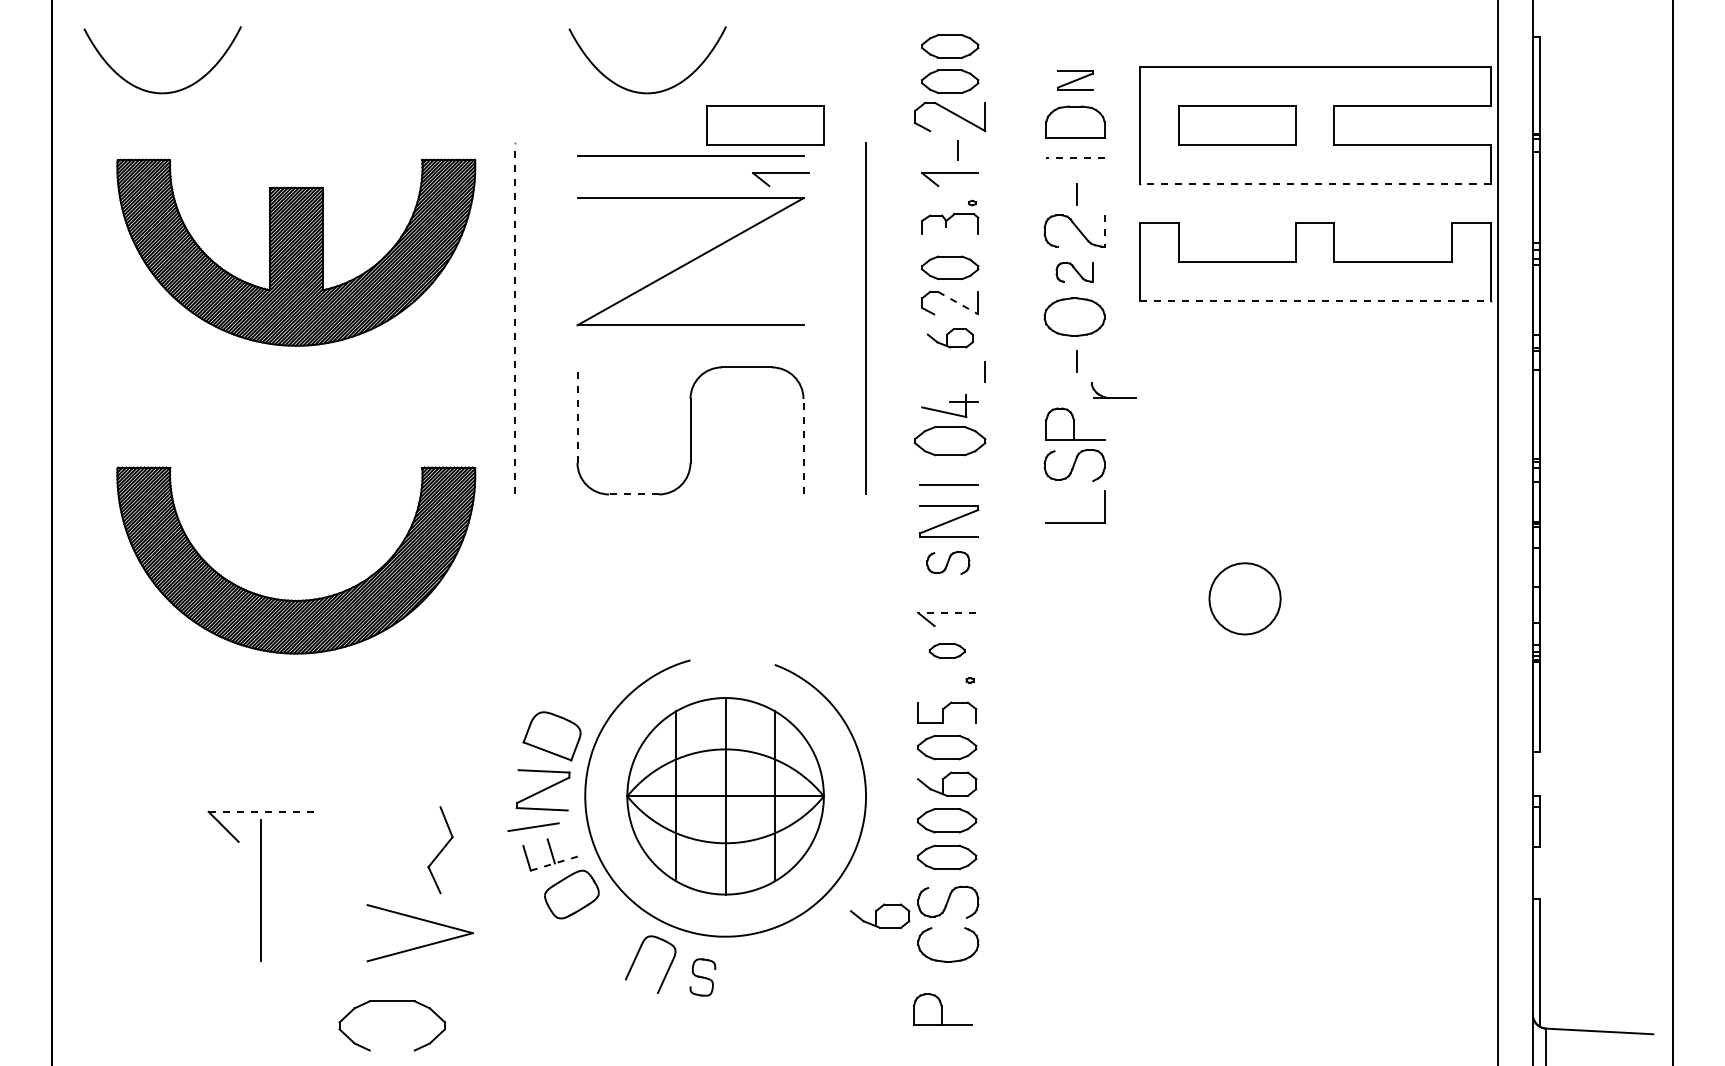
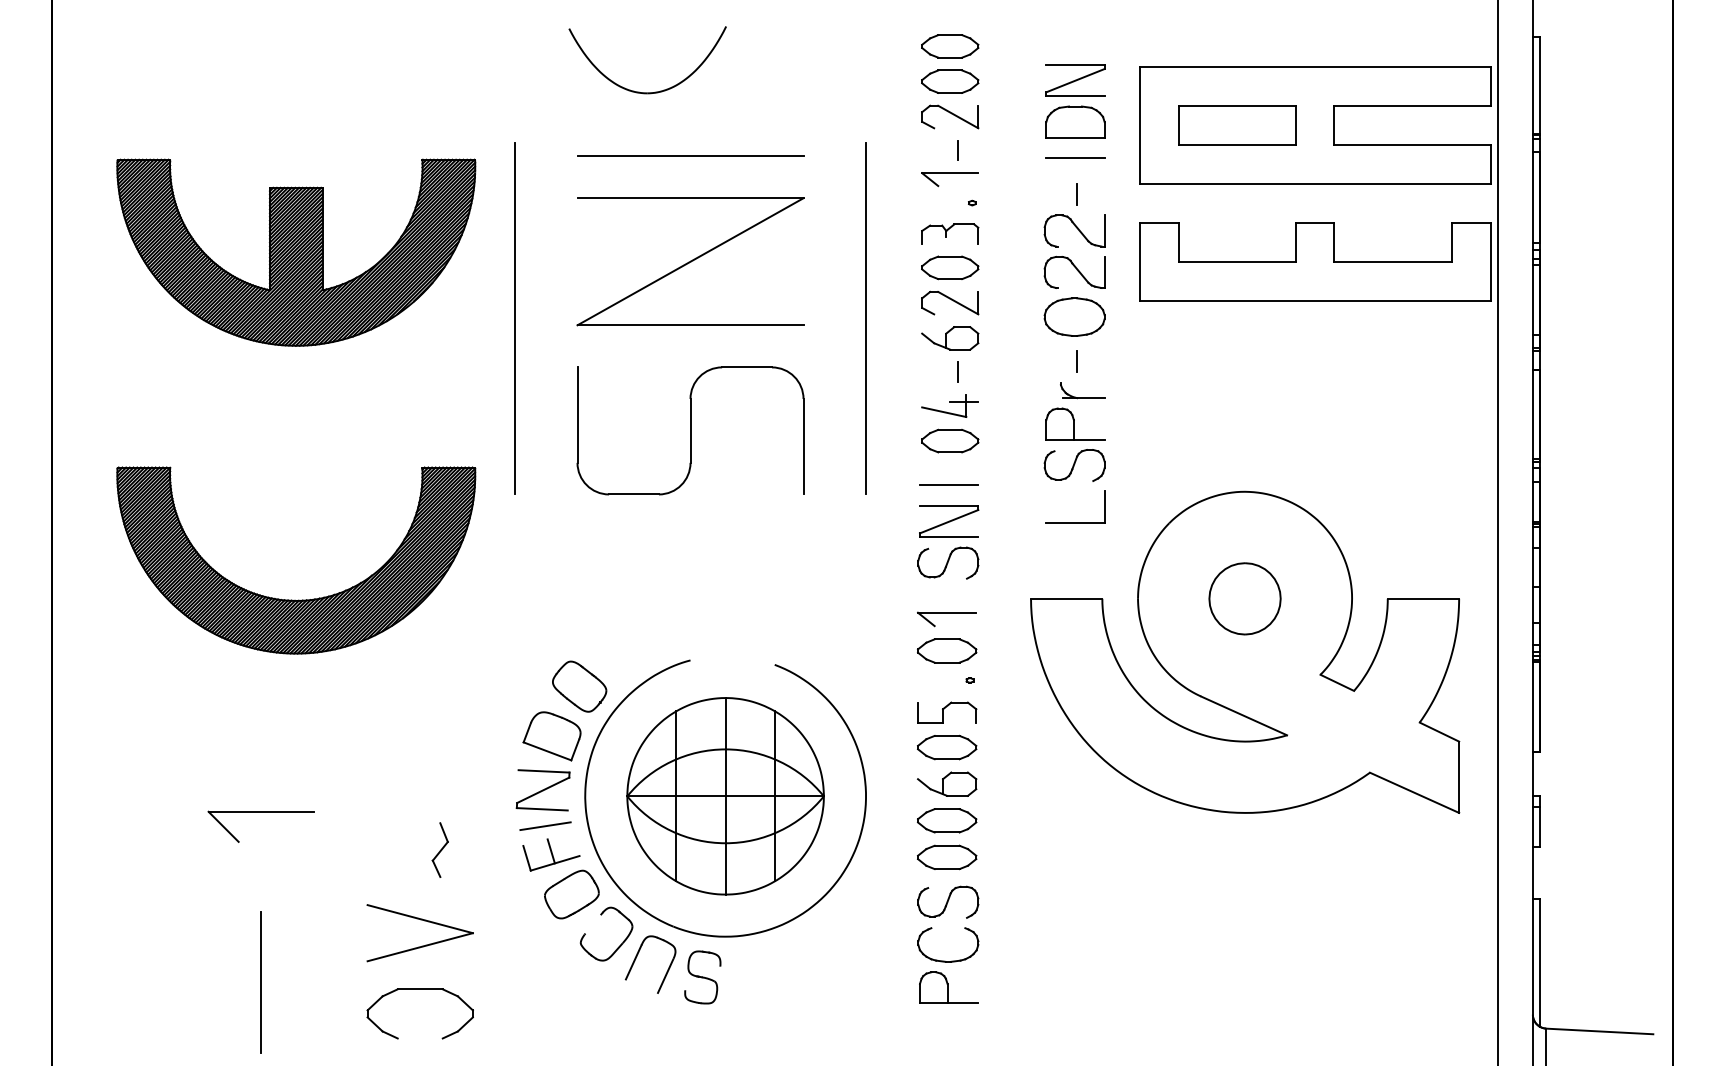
part at (1075, 80) size: 37x21 px -> 61x33 px
part at (162, 92): present -> none
part at (950, 117) size: 73x31 px -> 59x26 px
part at (765, 125): present -> none
line at (1075, 158): dashed -> solid
part at (780, 179): present -> none
line at (1314, 184): dashed -> solid
part at (950, 223) position: (950, 223) -> (950, 233)
line at (1104, 230): dashed -> solid
part at (1074, 272) size: 39x21 px -> 63x34 px
line at (1315, 301): dashed -> solid
line at (958, 303): dashed -> solid
line at (515, 318): dashed -> solid
part at (949, 338) size: 48x21 px -> 59x25 px
line at (984, 371) position: (984, 371) -> (957, 371)
part at (1113, 397) position: (1113, 397) -> (1082, 397)
line at (577, 415): dashed -> solid
part at (950, 441) size: 73x31 px -> 59x26 px
line at (803, 446): dashed -> solid
line at (634, 494): dashed -> solid
part at (948, 562) size: 45x24 px -> 63x34 px
line at (946, 612): dashed -> solid
part at (946, 650) size: 38x16 px -> 61x26 px
part at (1245, 651): none -> present
part at (579, 686): none -> present
line at (261, 811): dashed -> solid
line at (533, 826) position: (533, 826) -> (545, 825)
part at (440, 850) size: 27x89 px -> 18x56 px
line at (555, 863): dashed -> solid
line at (260, 890) position: (260, 890) -> (260, 982)
part at (880, 915): present -> none
part at (619, 945): none -> present
part at (702, 977) size: 28x39 px -> 38x55 px
part at (391, 1001) position: (391, 1001) -> (419, 989)
part at (942, 1009) position: (942, 1009) -> (948, 987)
